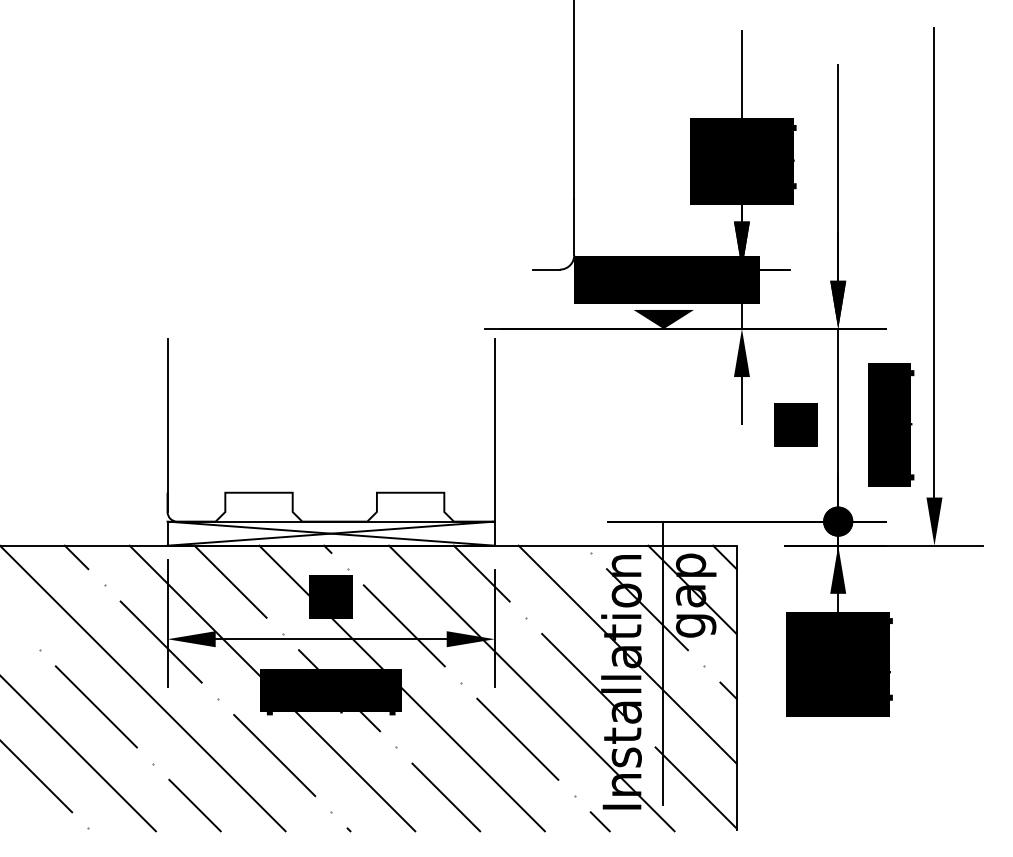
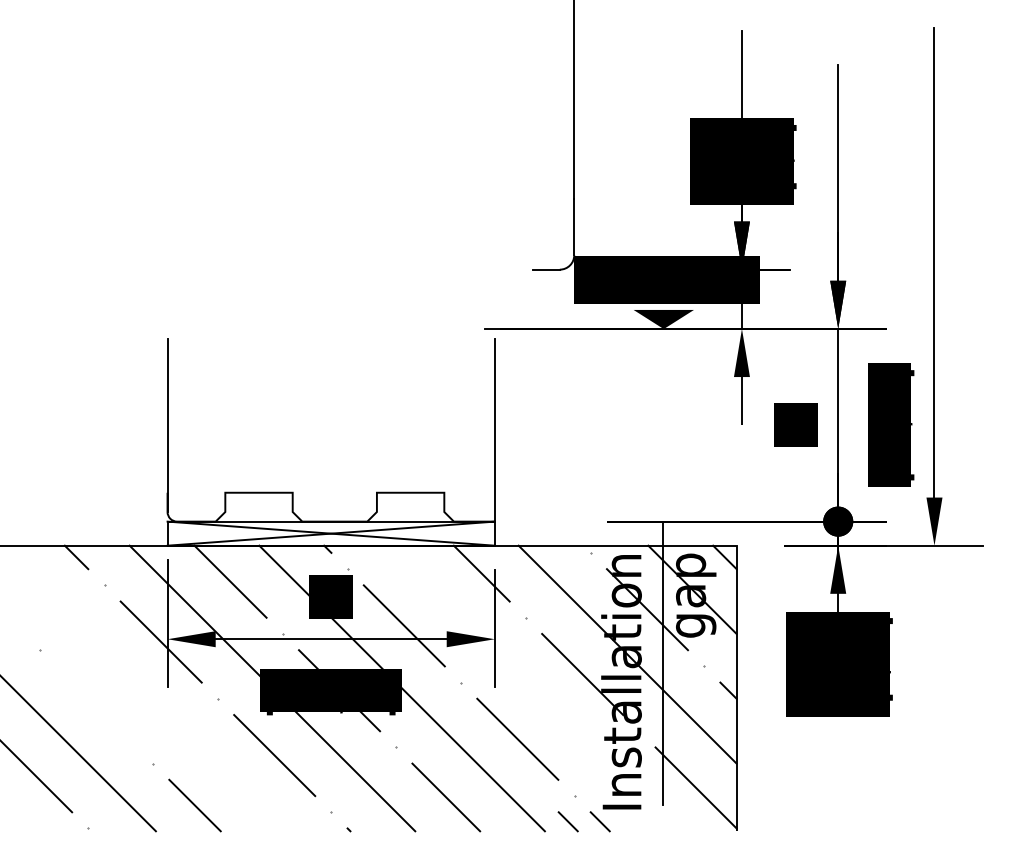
line at (531, 688): present -> none
line at (143, 689): present -> none
line at (95, 706): present -> none
line at (567, 821): none -> present
